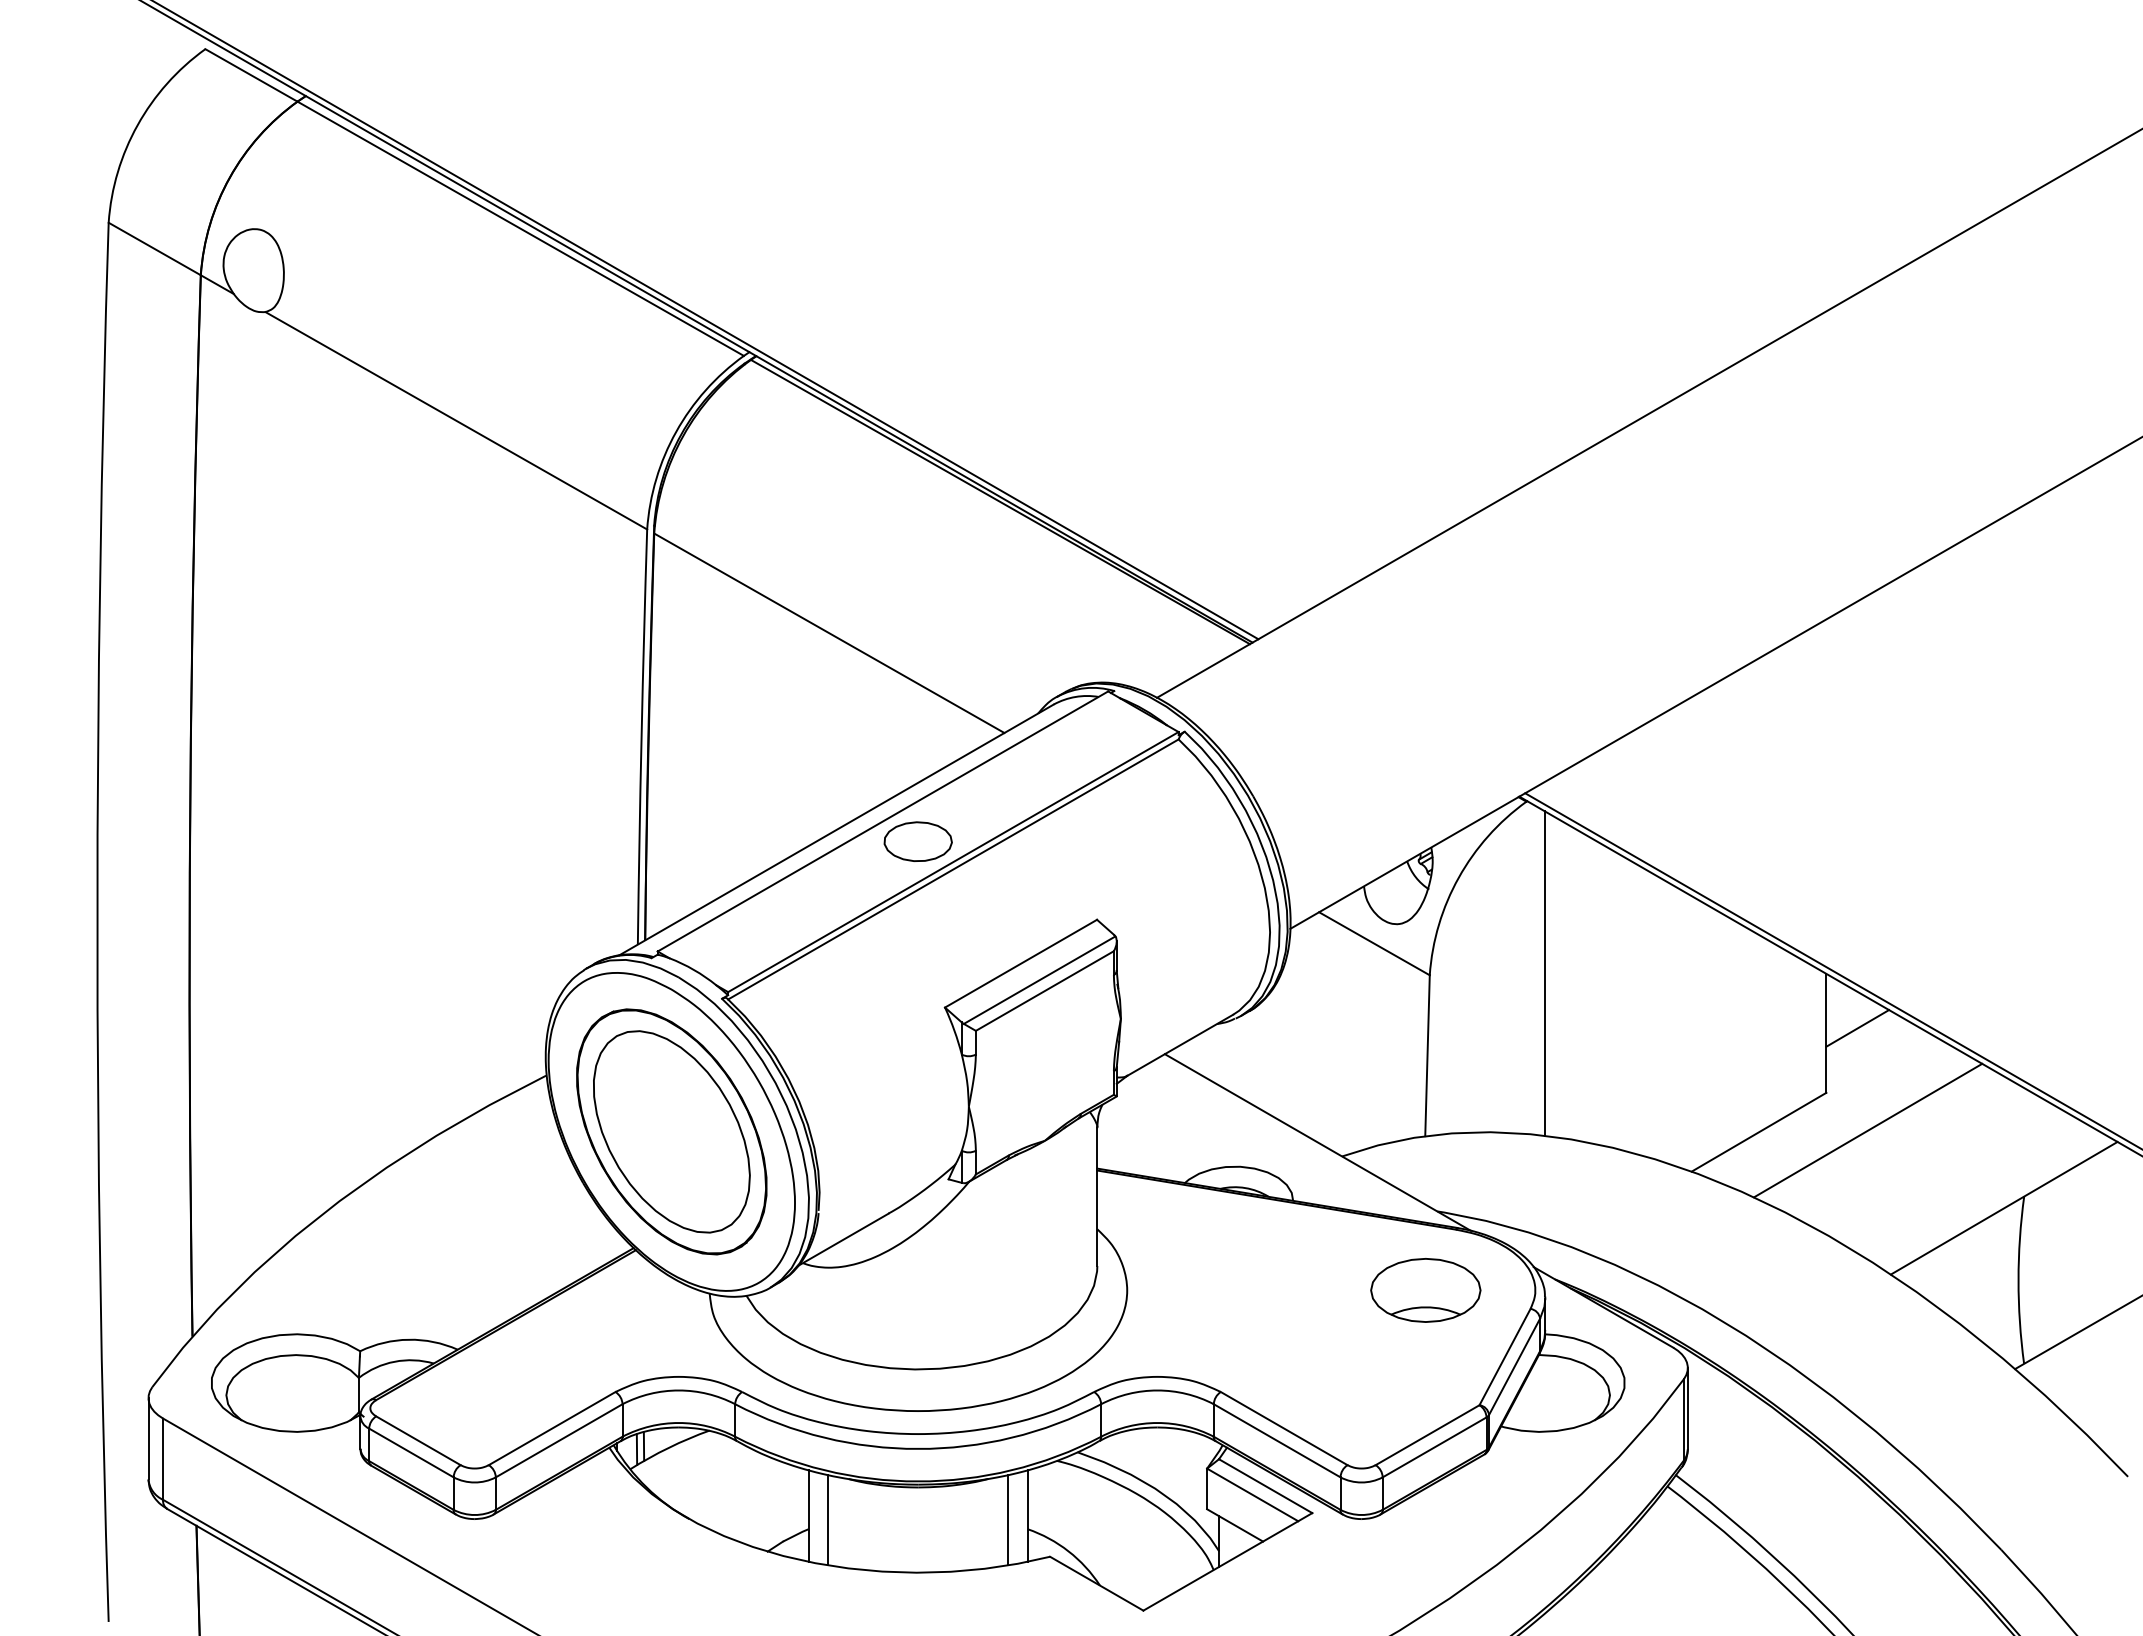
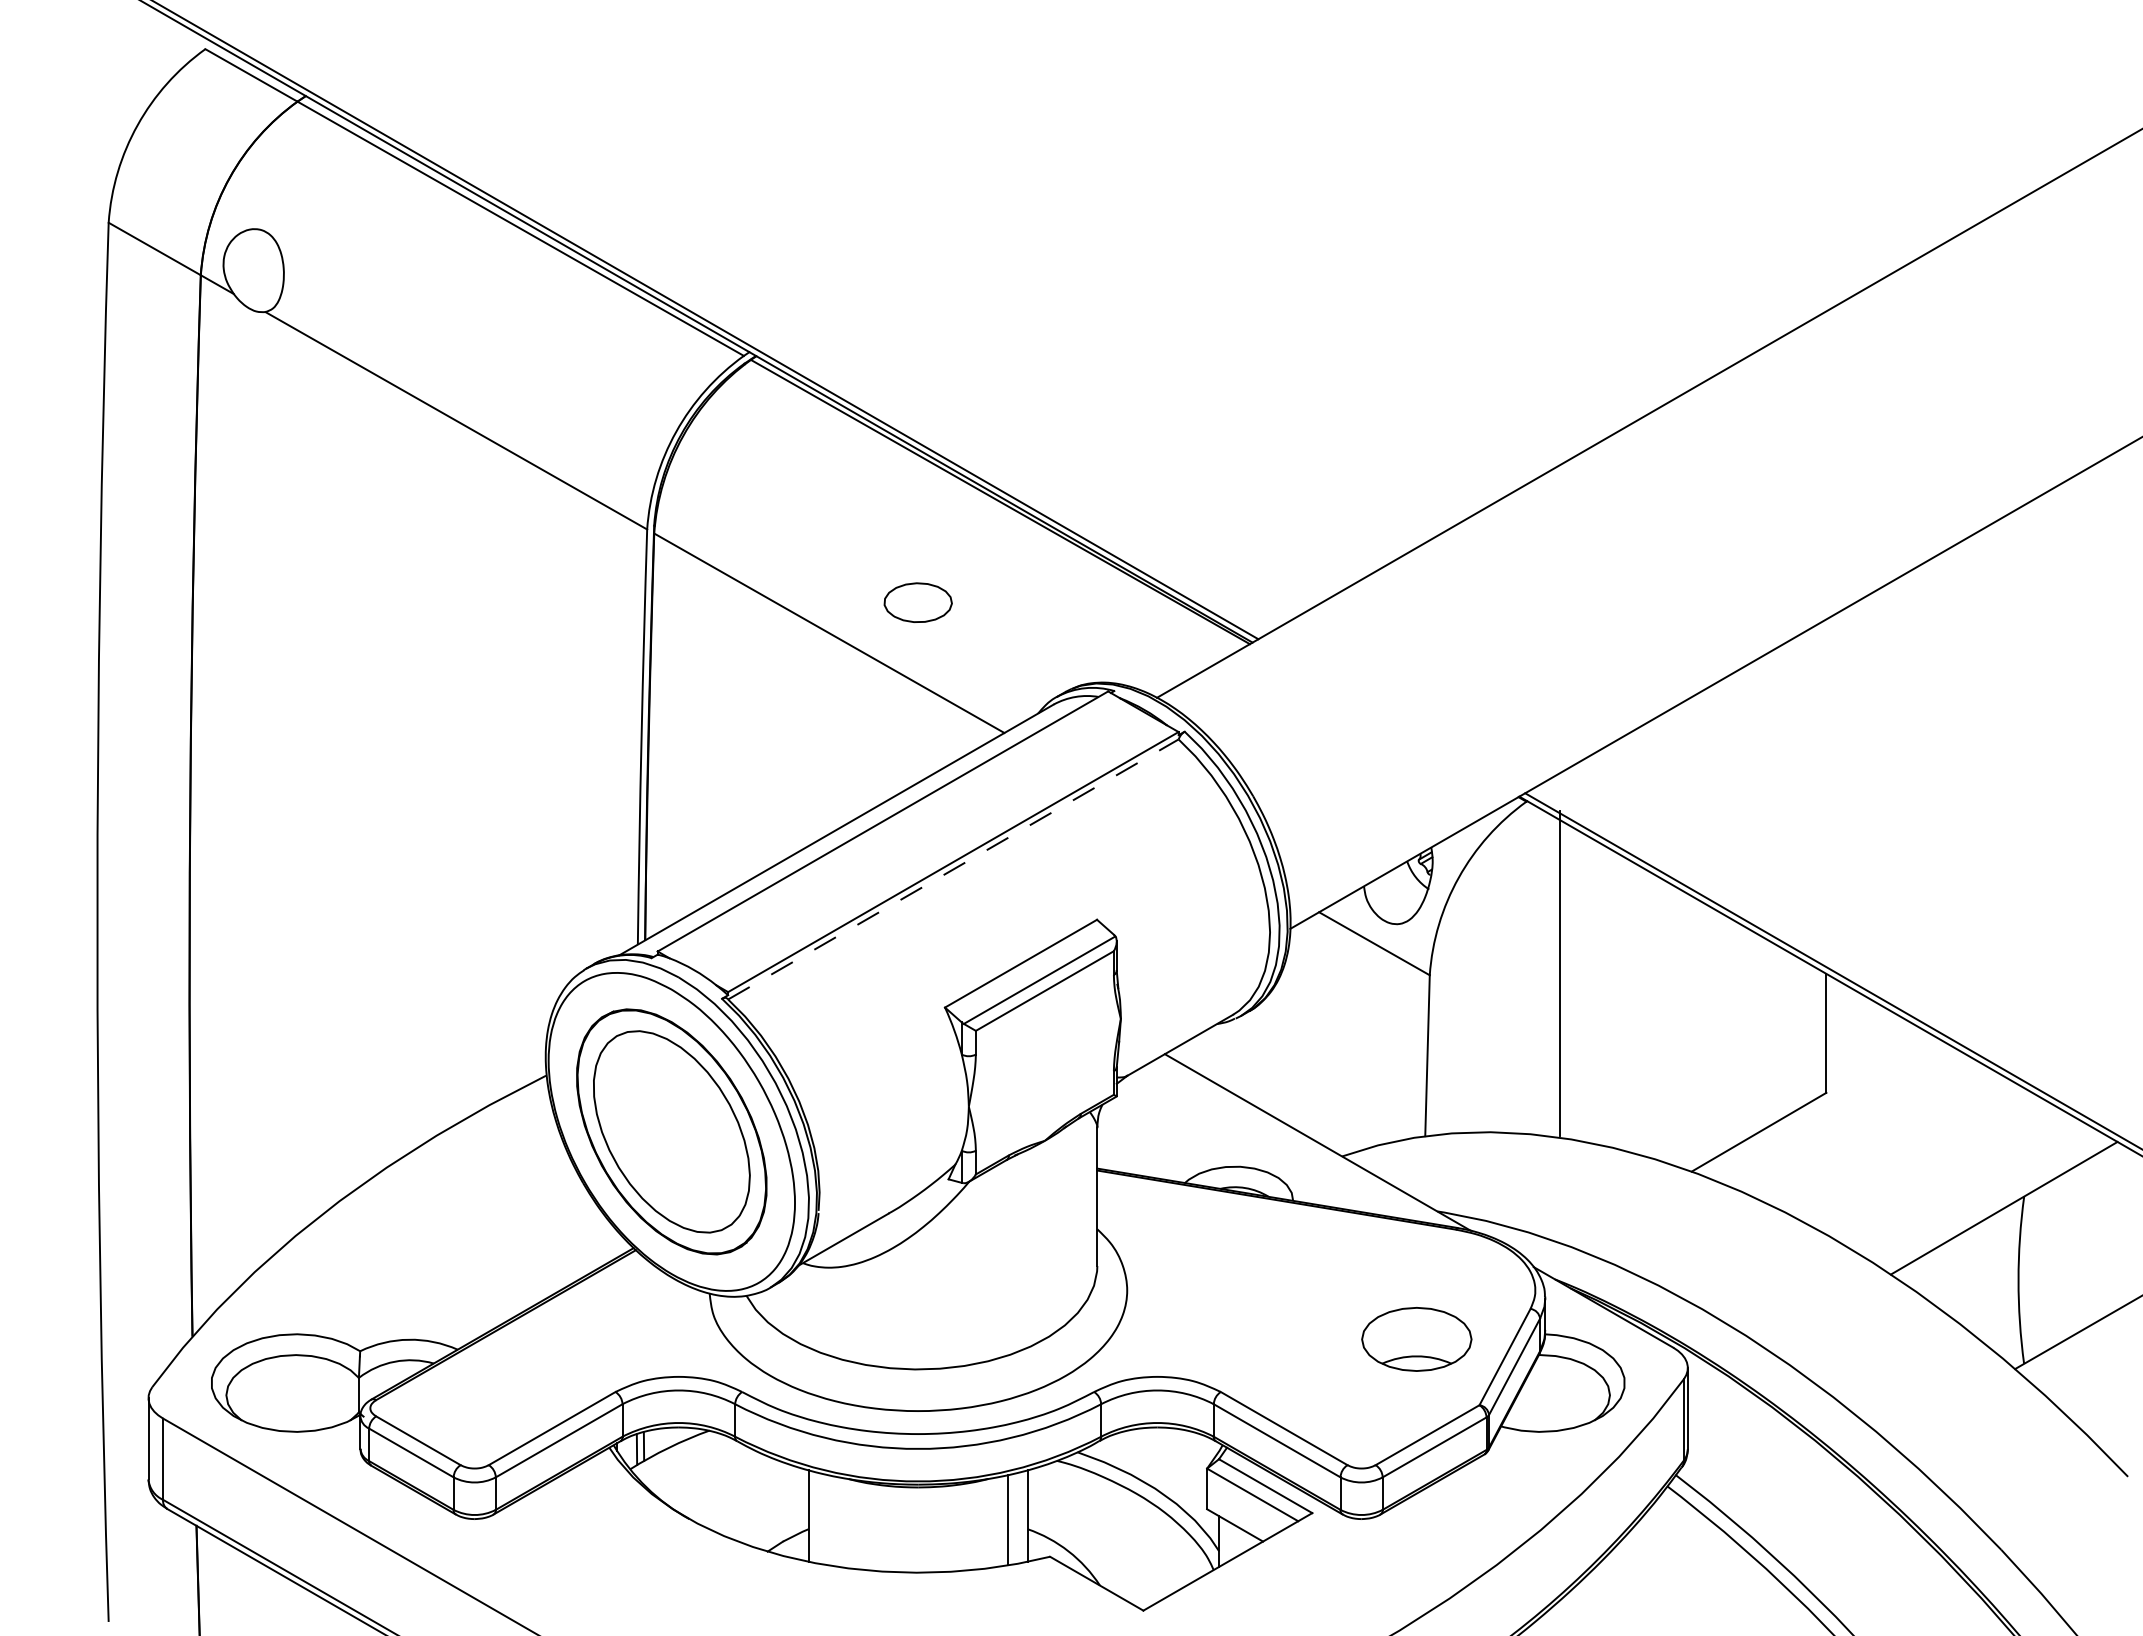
part at (917, 841) position: (917, 841) -> (917, 602)
line at (953, 869): solid -> dashed
line at (1544, 973) position: (1544, 973) -> (1559, 973)
line at (1857, 1028): present -> none
line at (1868, 1130): present -> none
part at (1425, 1290) position: (1425, 1290) -> (1416, 1339)
line at (828, 1520): present -> none
